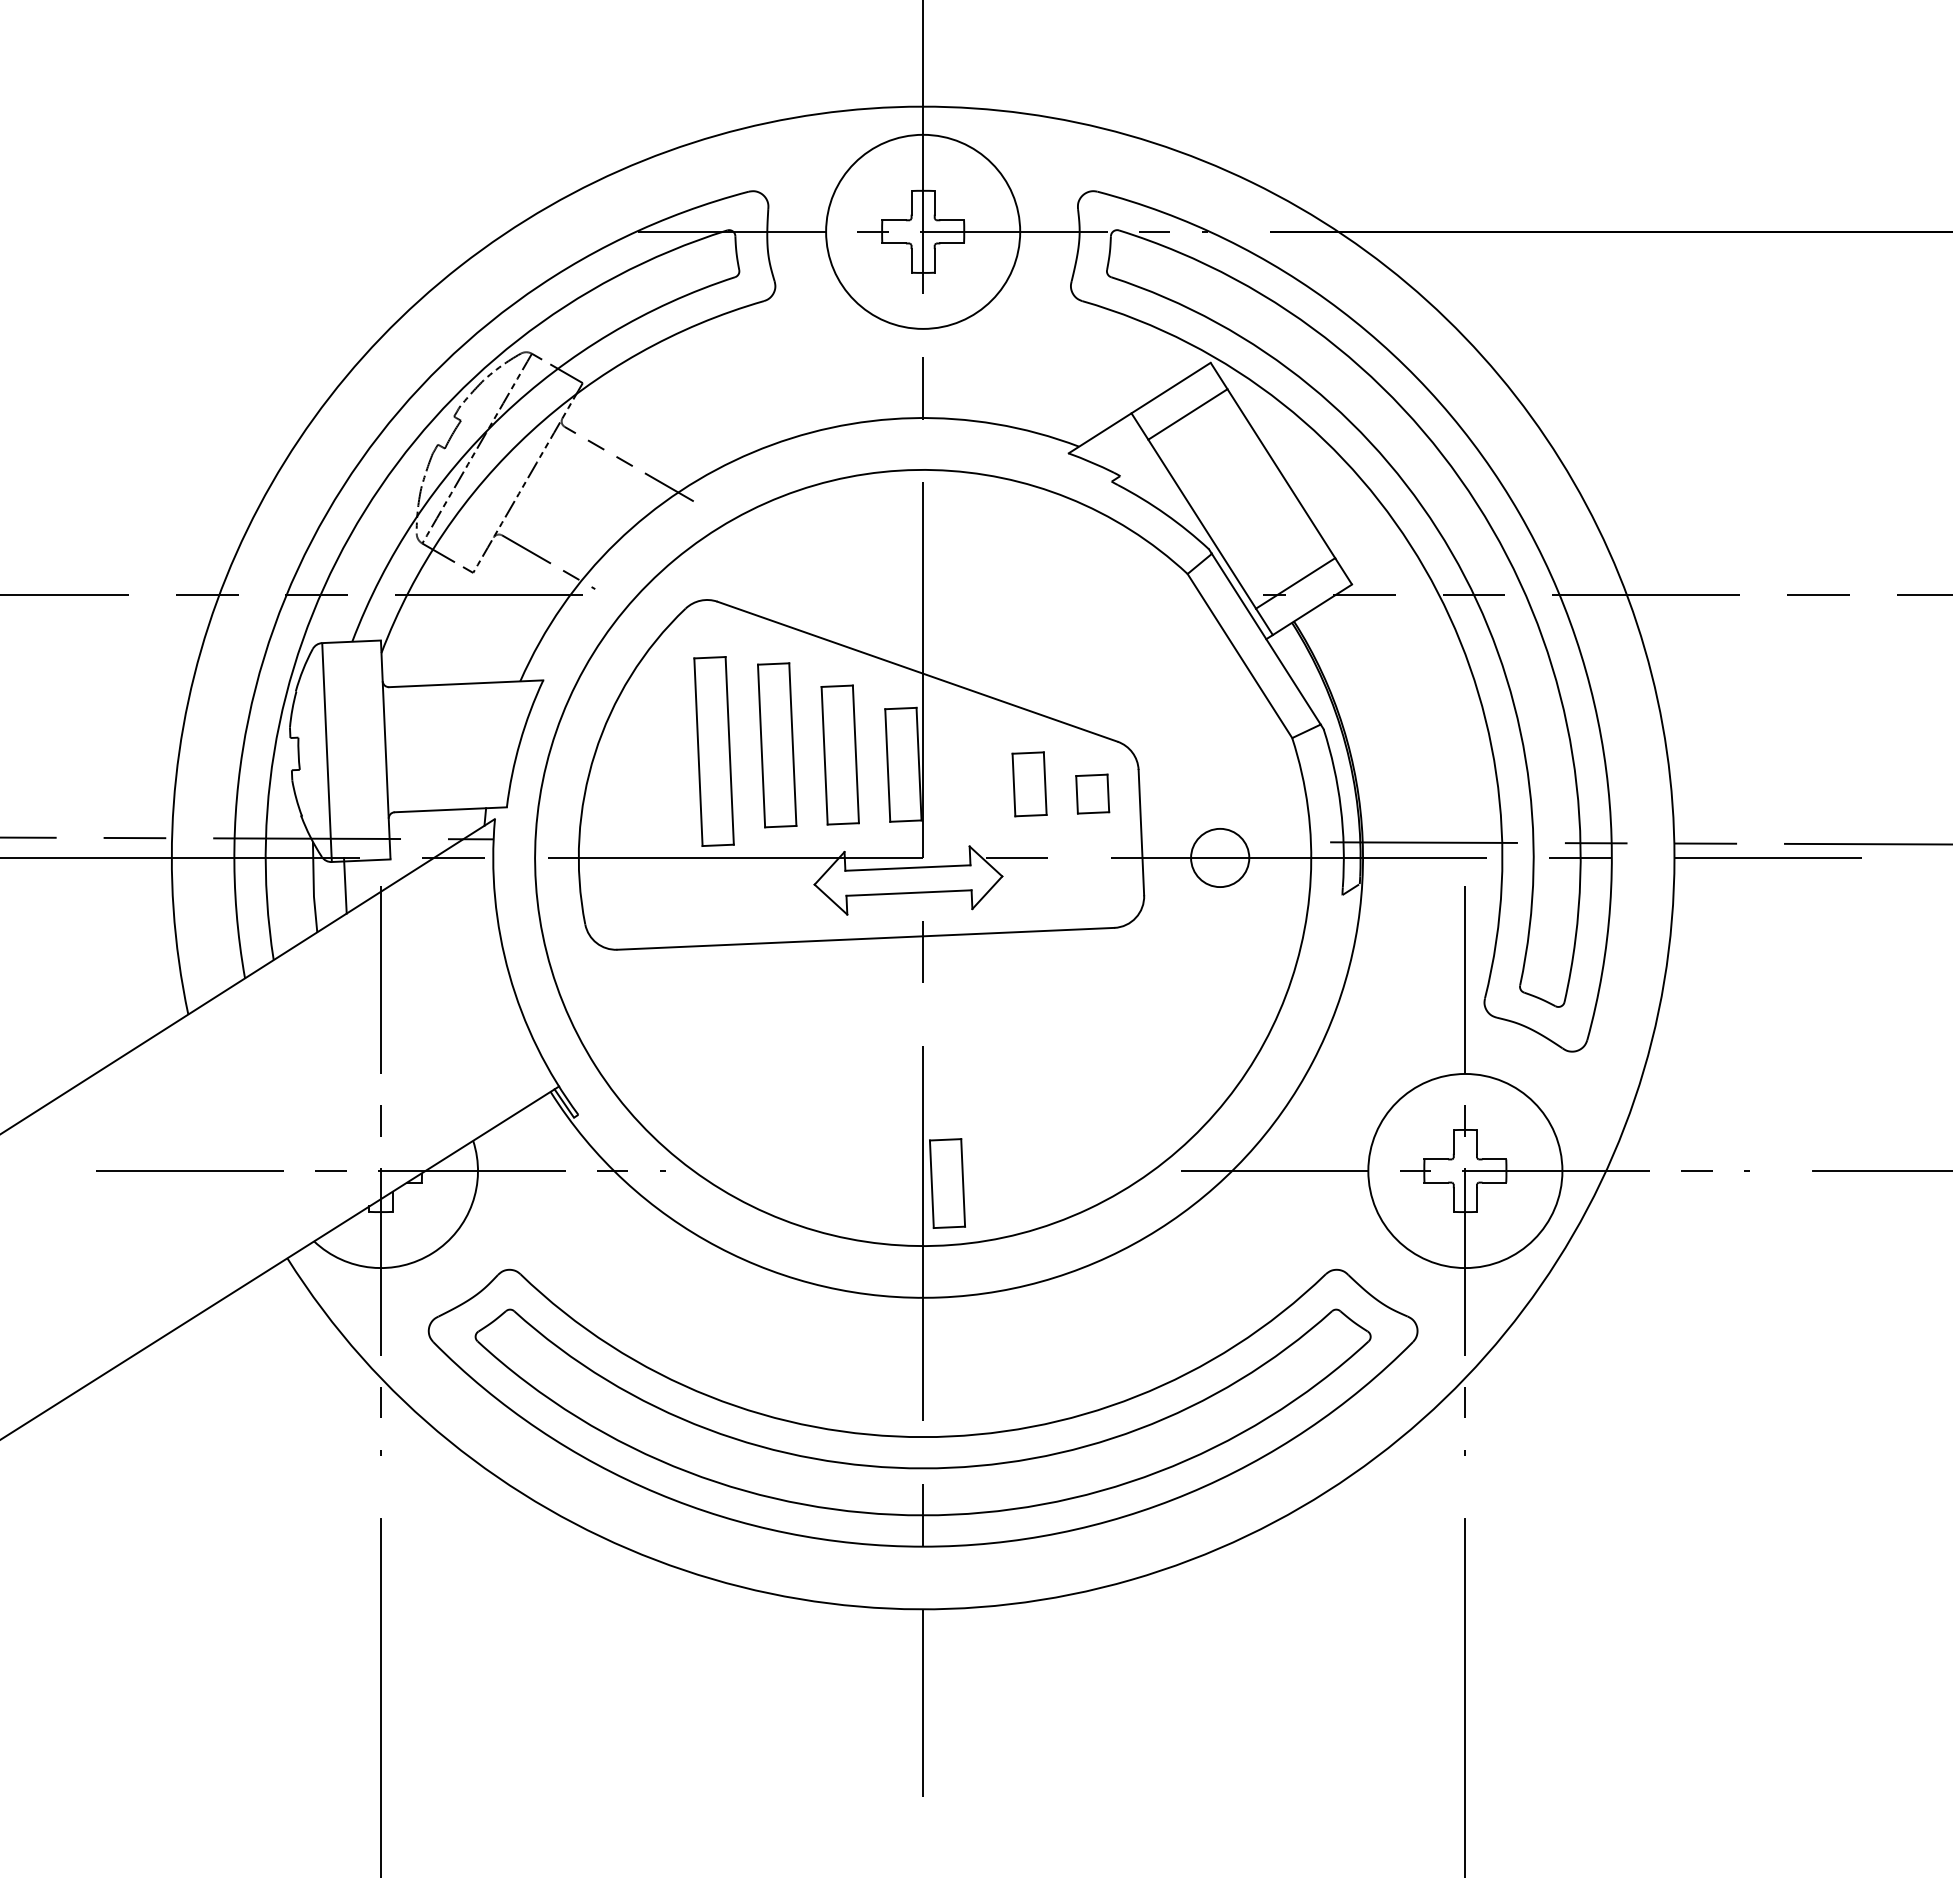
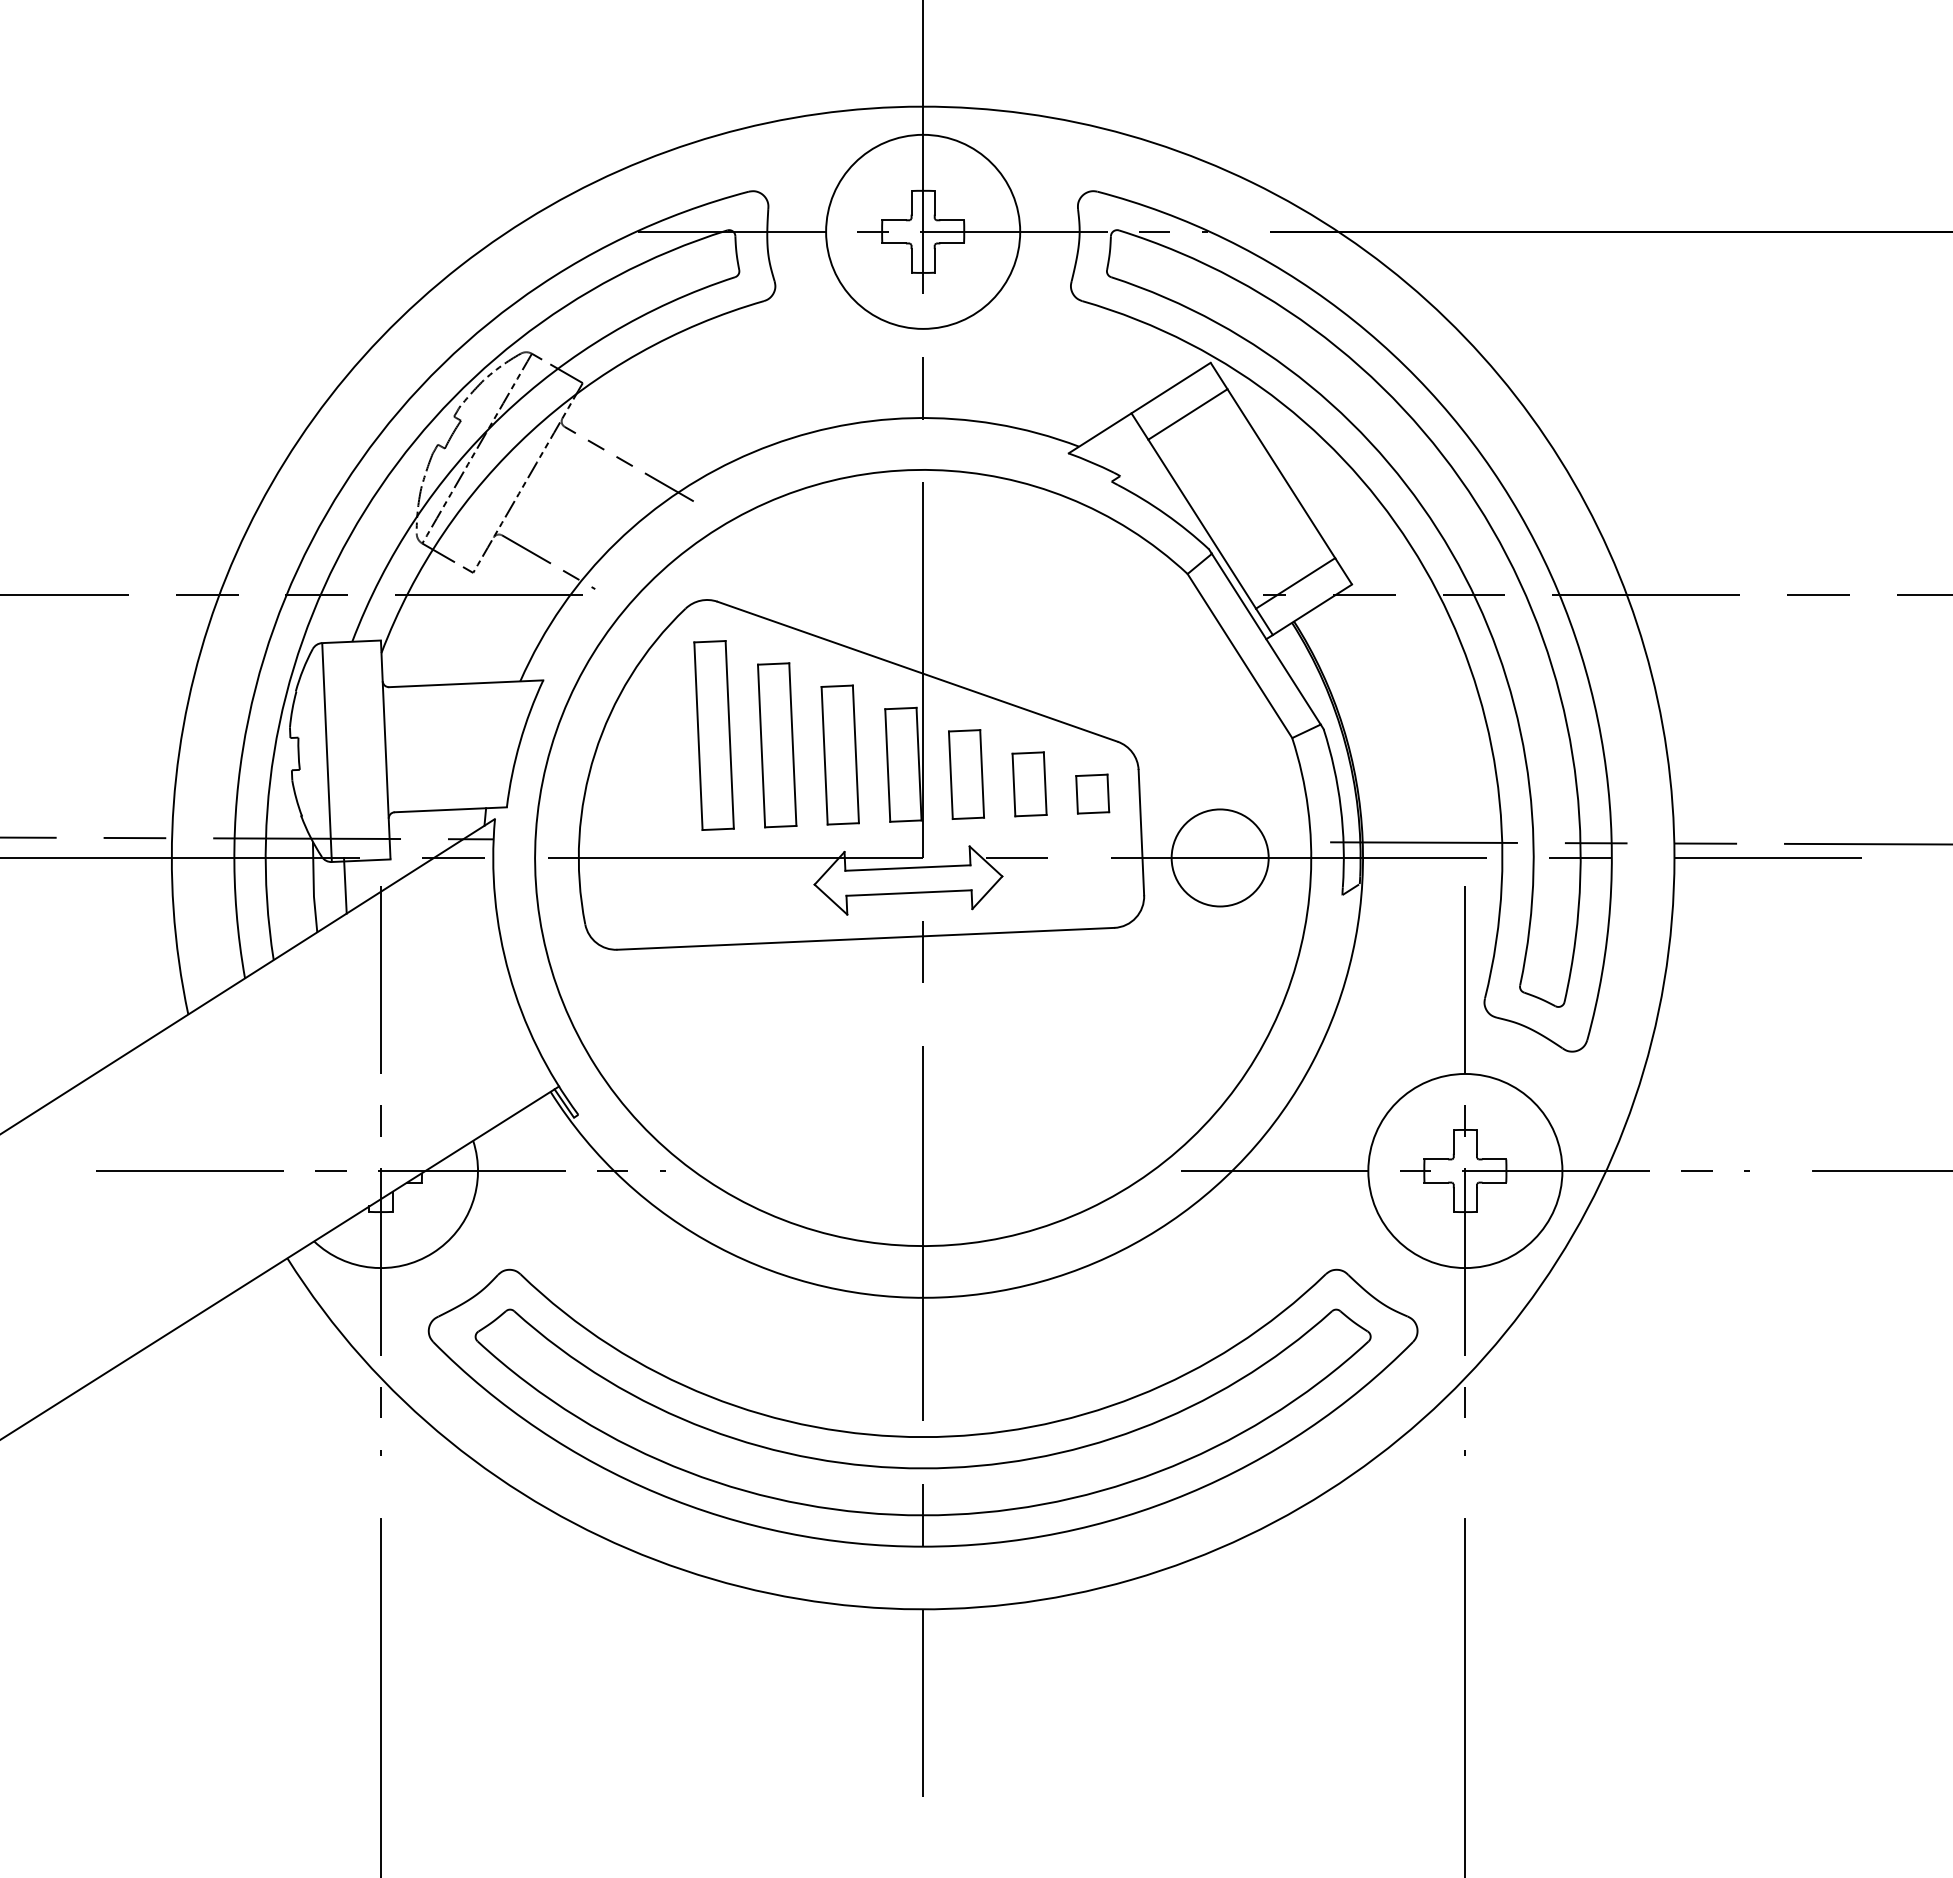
part at (713, 751) position: (713, 751) -> (713, 735)
circle at (1220, 857) diameter: 58 px -> 97 px
part at (947, 1183) position: (947, 1183) -> (966, 774)
